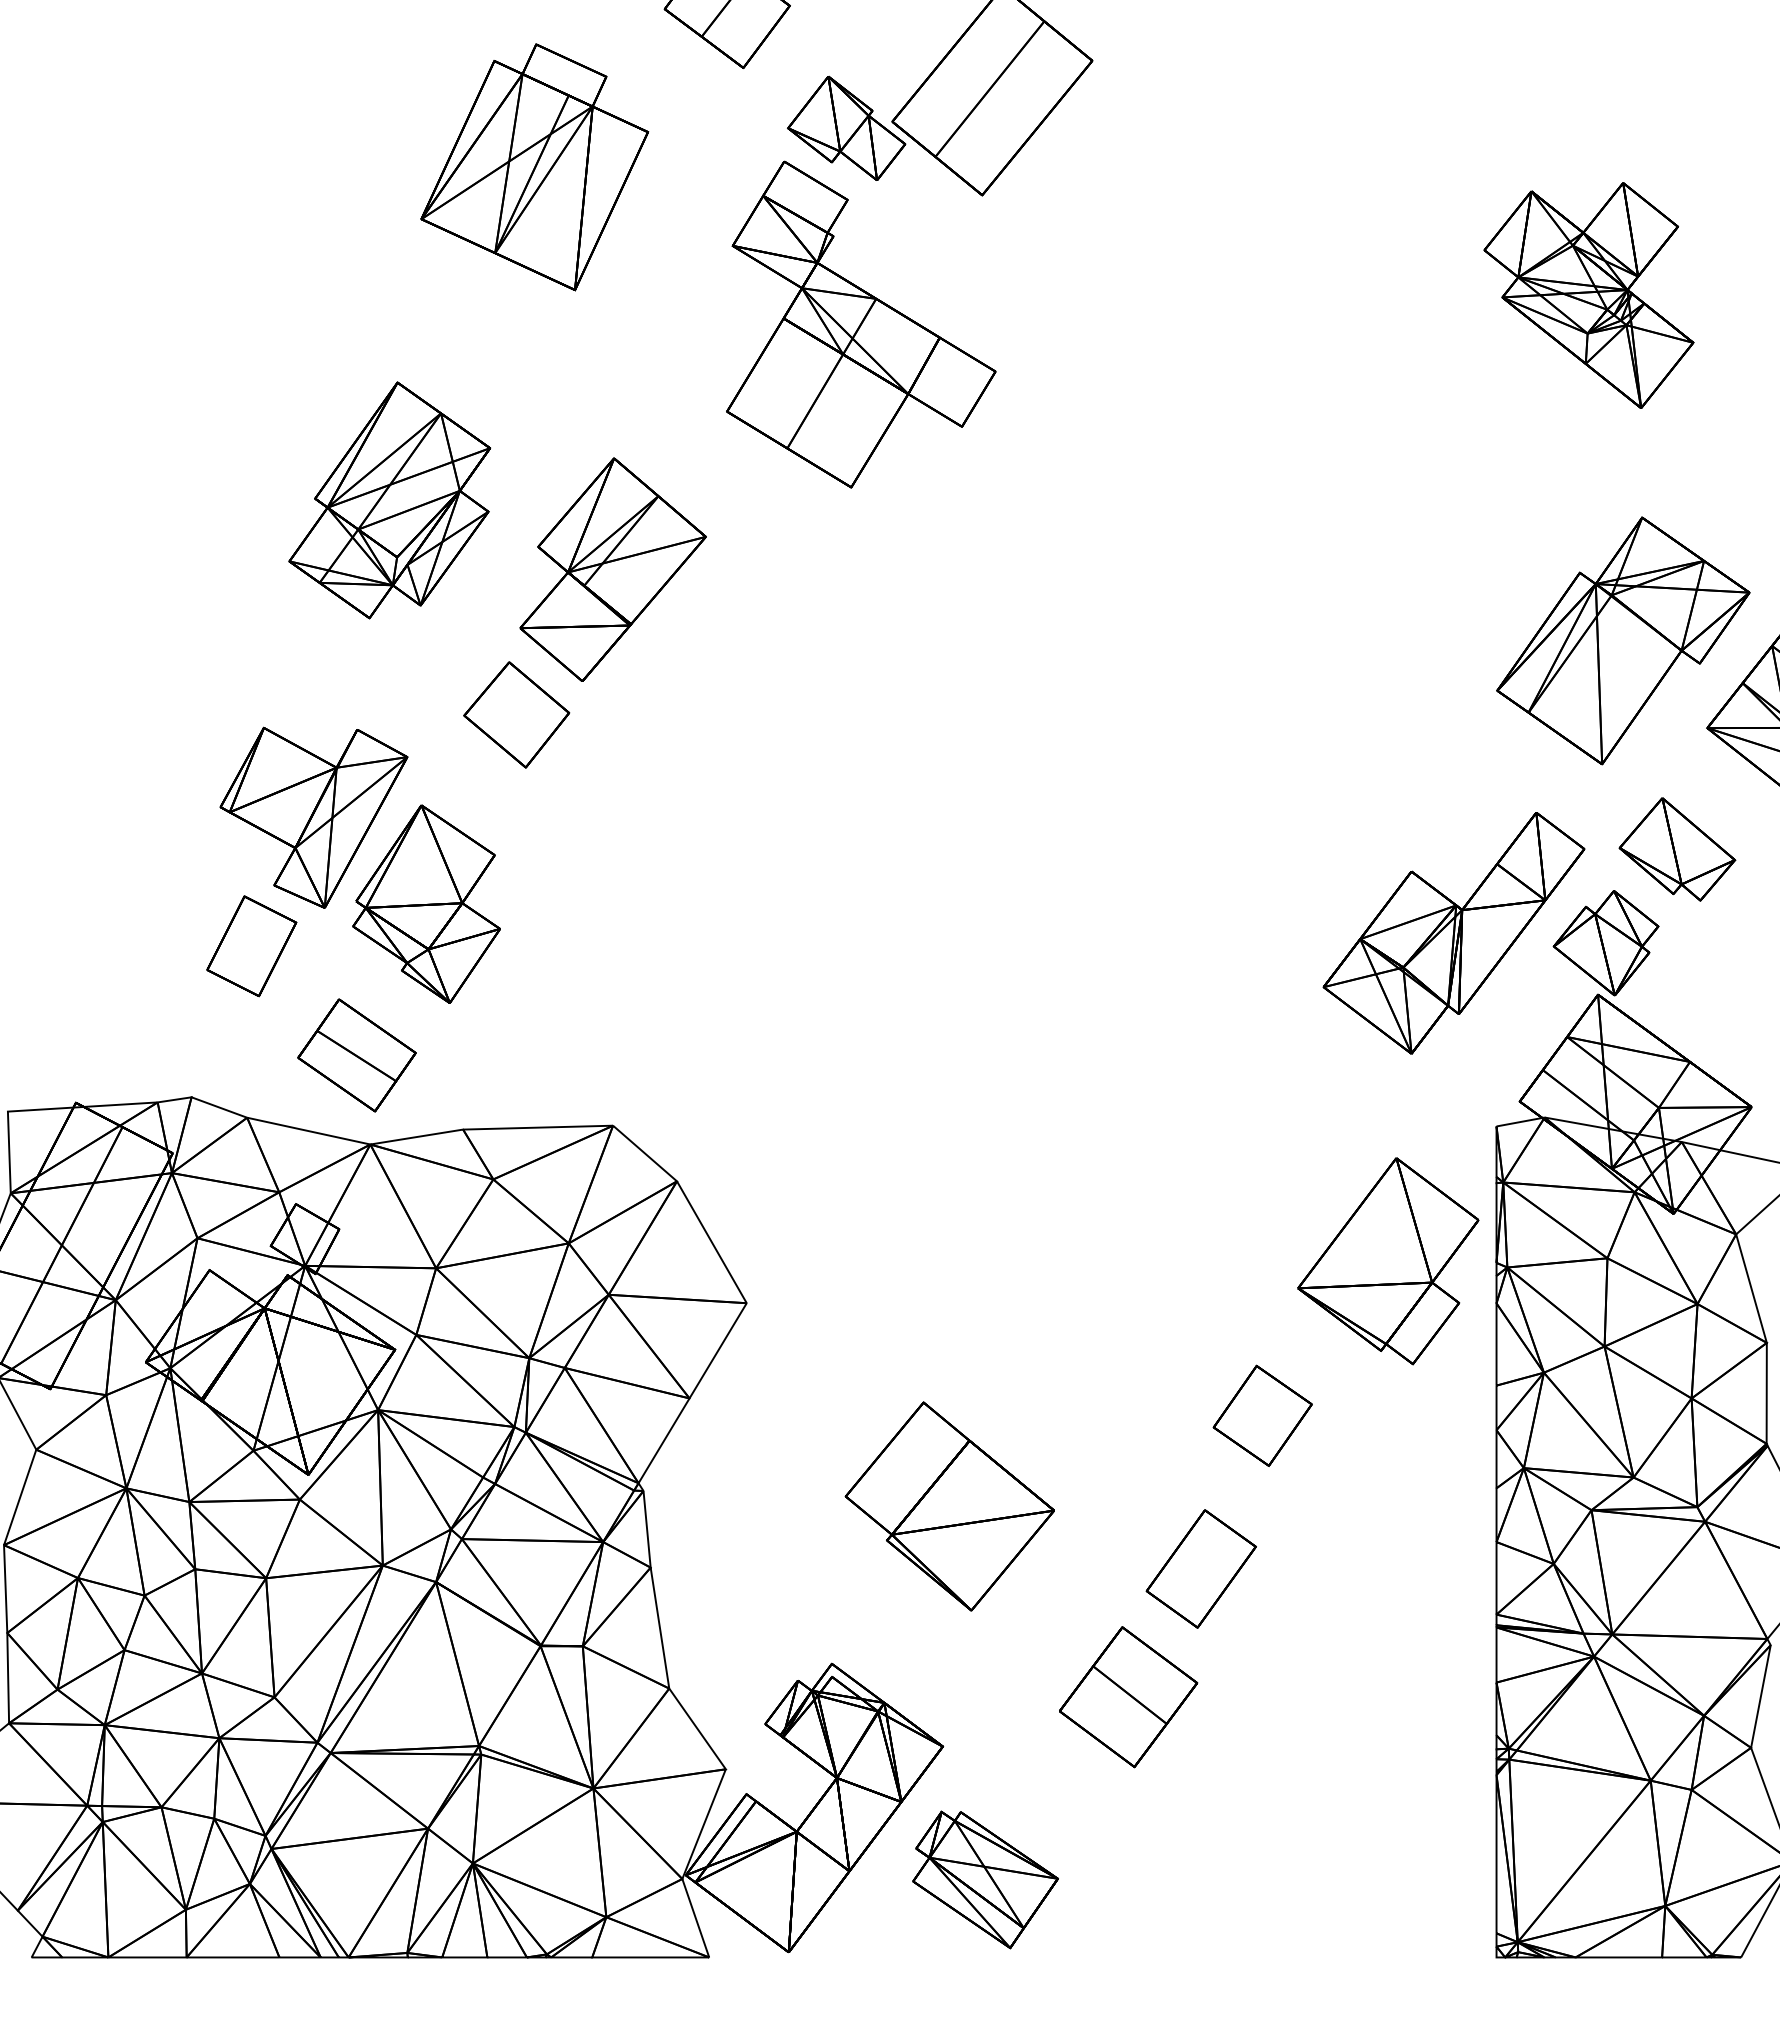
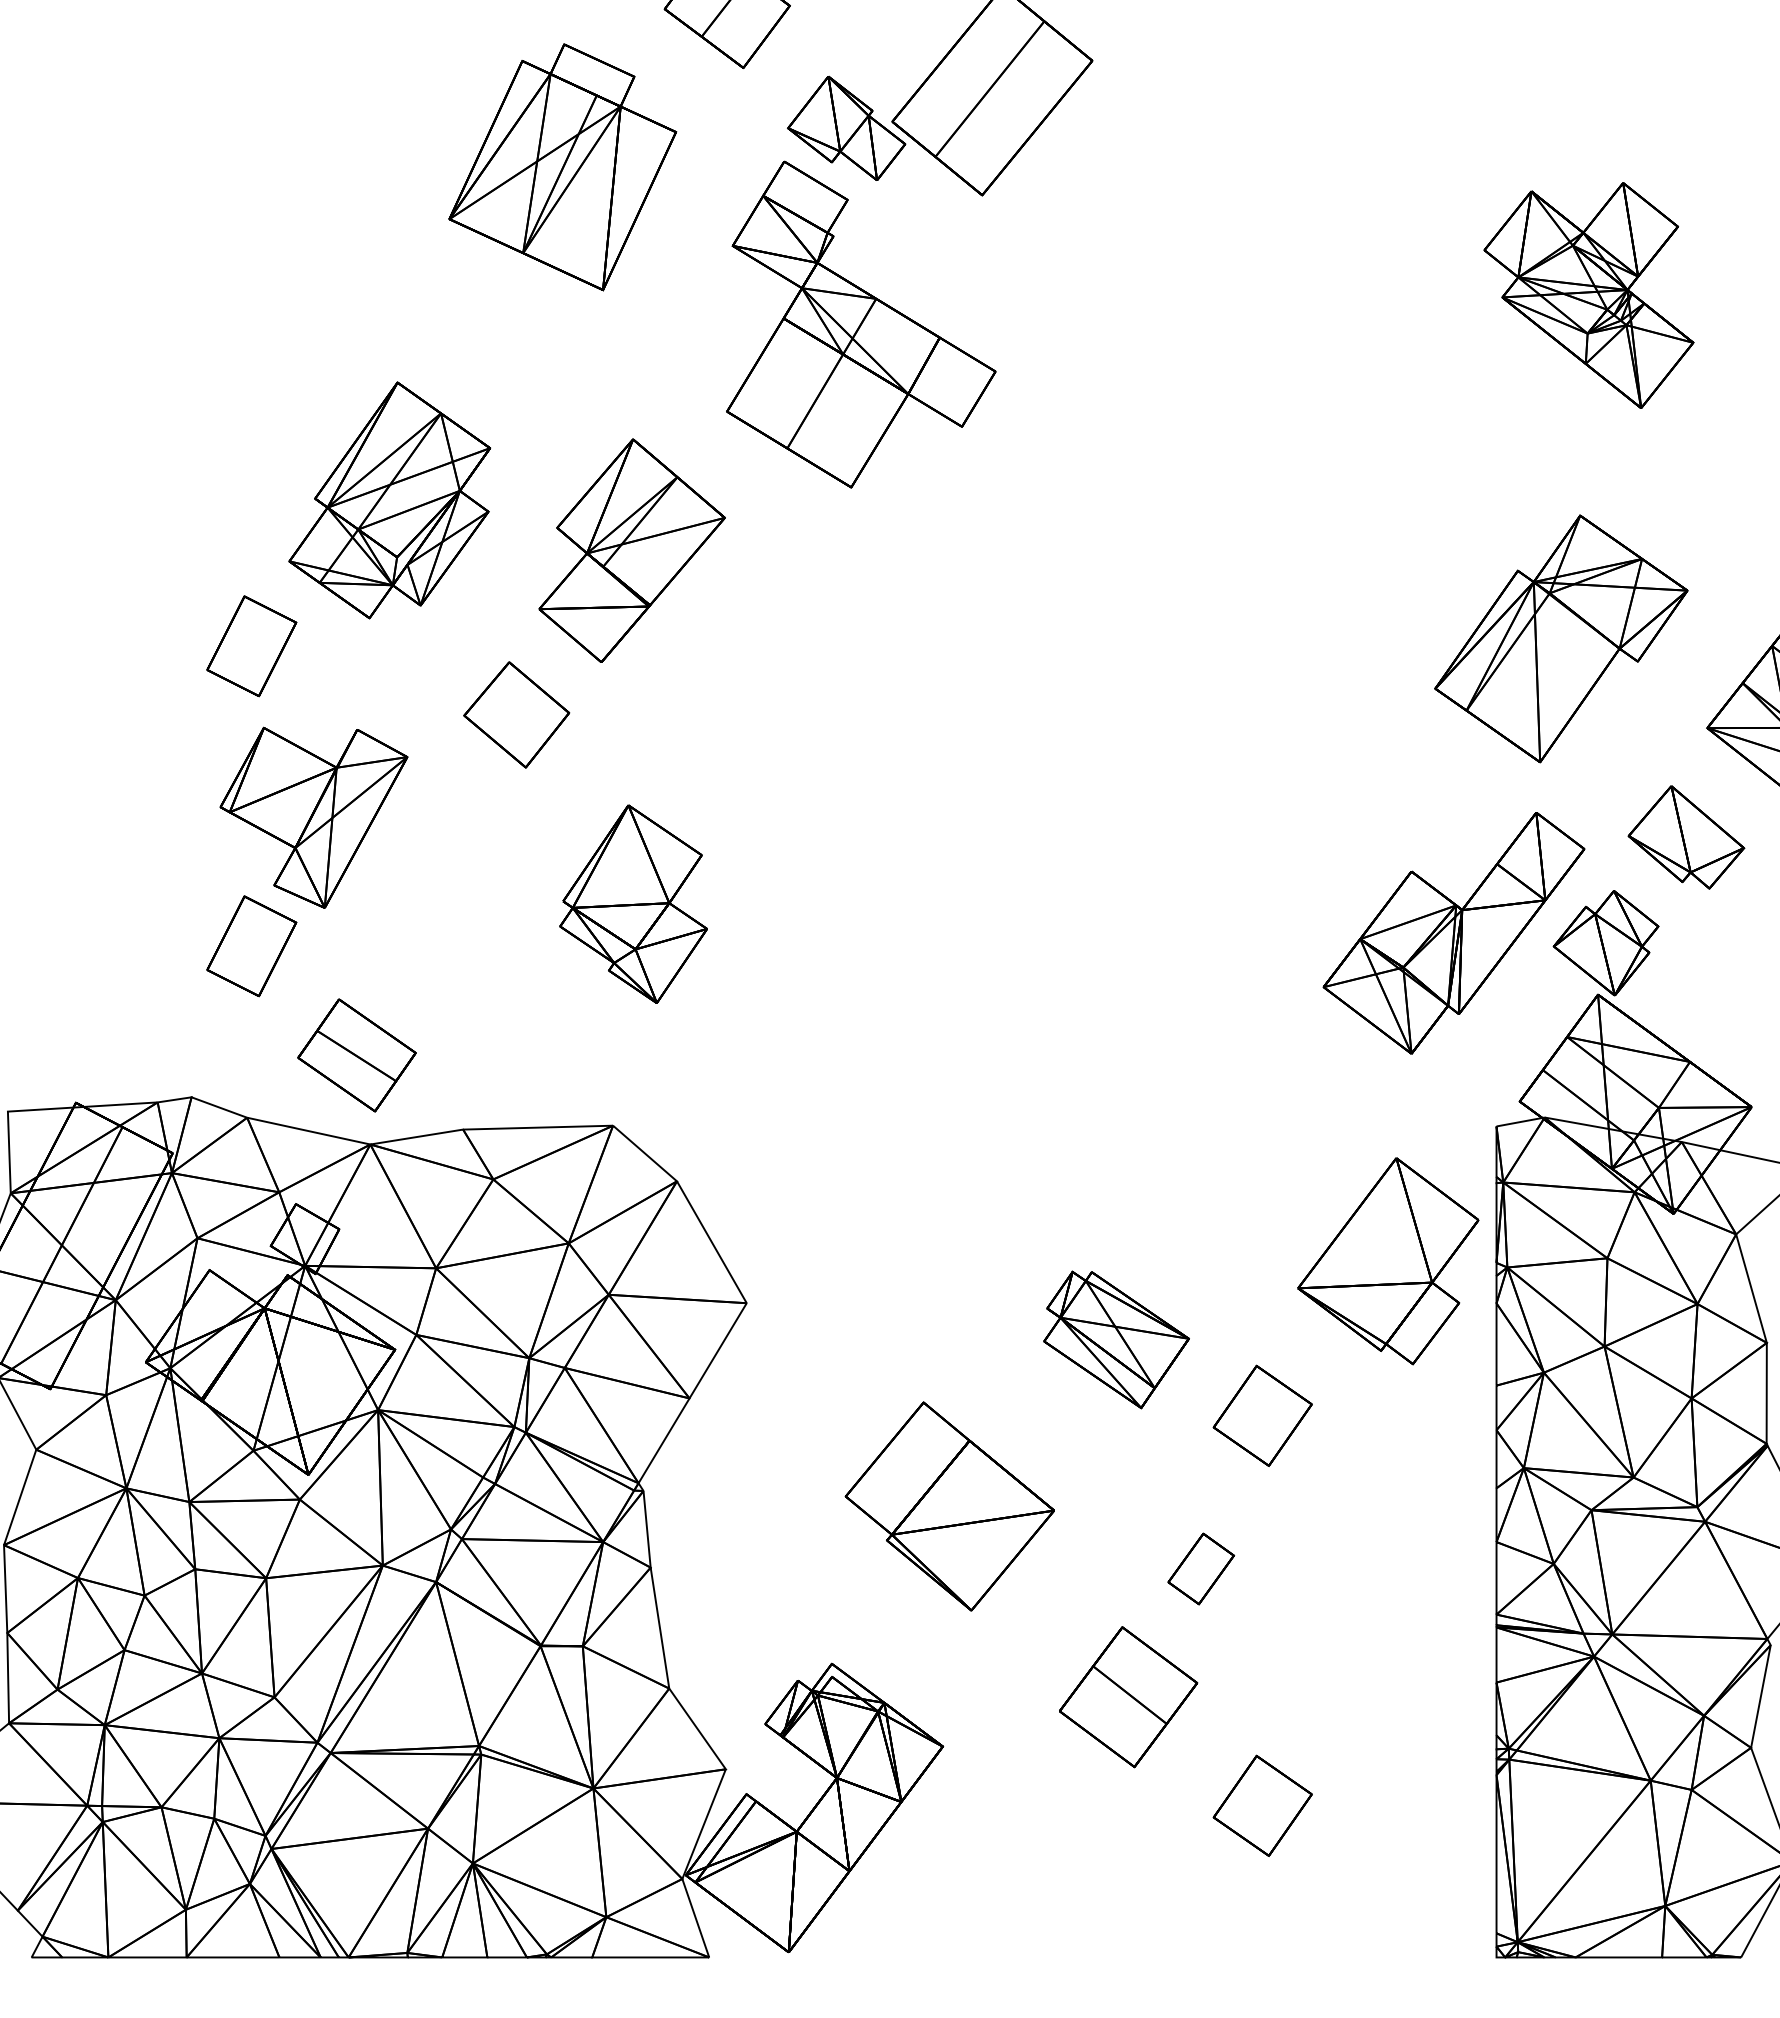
part at (534, 167) position: (534, 167) -> (562, 167)
part at (612, 569) position: (612, 569) -> (631, 550)
part at (1623, 640) position: (1623, 640) -> (1561, 638)
part at (251, 646): none -> present
part at (1677, 849) position: (1677, 849) -> (1686, 837)
part at (426, 903) position: (426, 903) -> (633, 903)
part at (1200, 1568) size: 112x120 px -> 69x74 px
part at (1262, 1805): none -> present
part at (985, 1879) position: (985, 1879) -> (1116, 1339)
